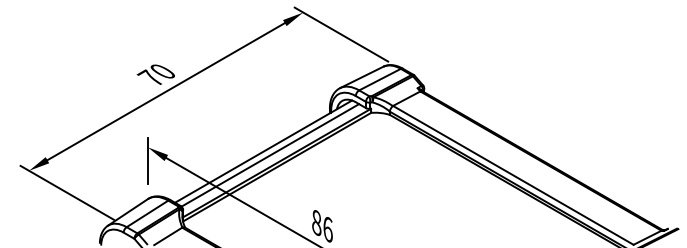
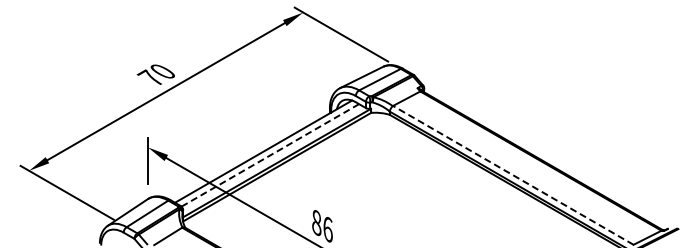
line at (269, 155): solid -> dashed
line at (513, 175): solid -> dashed
